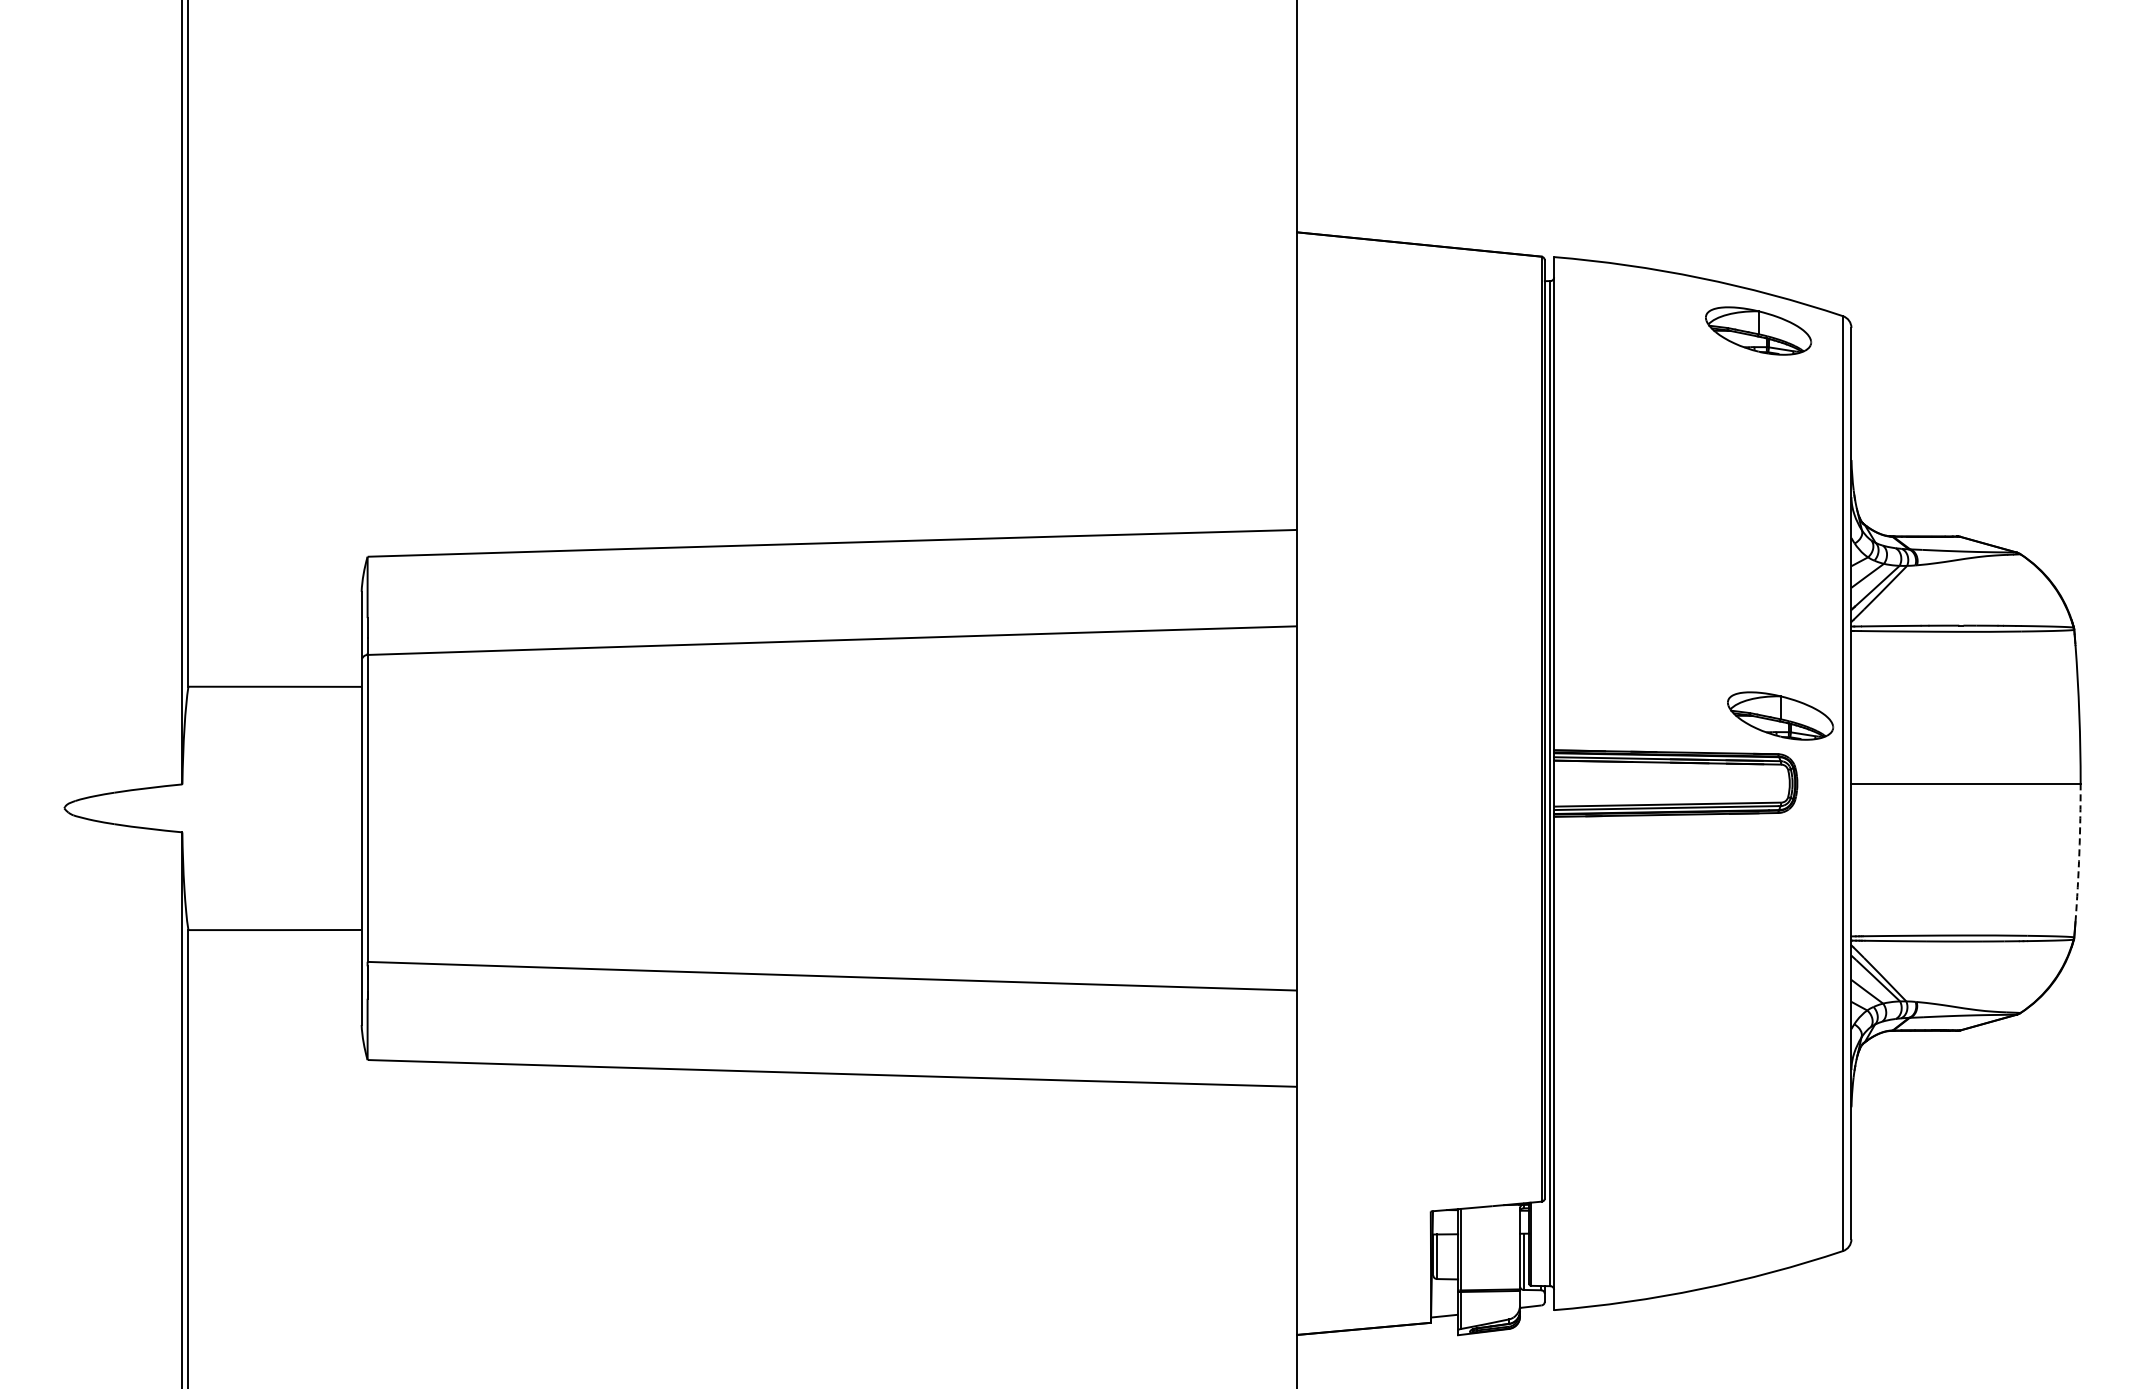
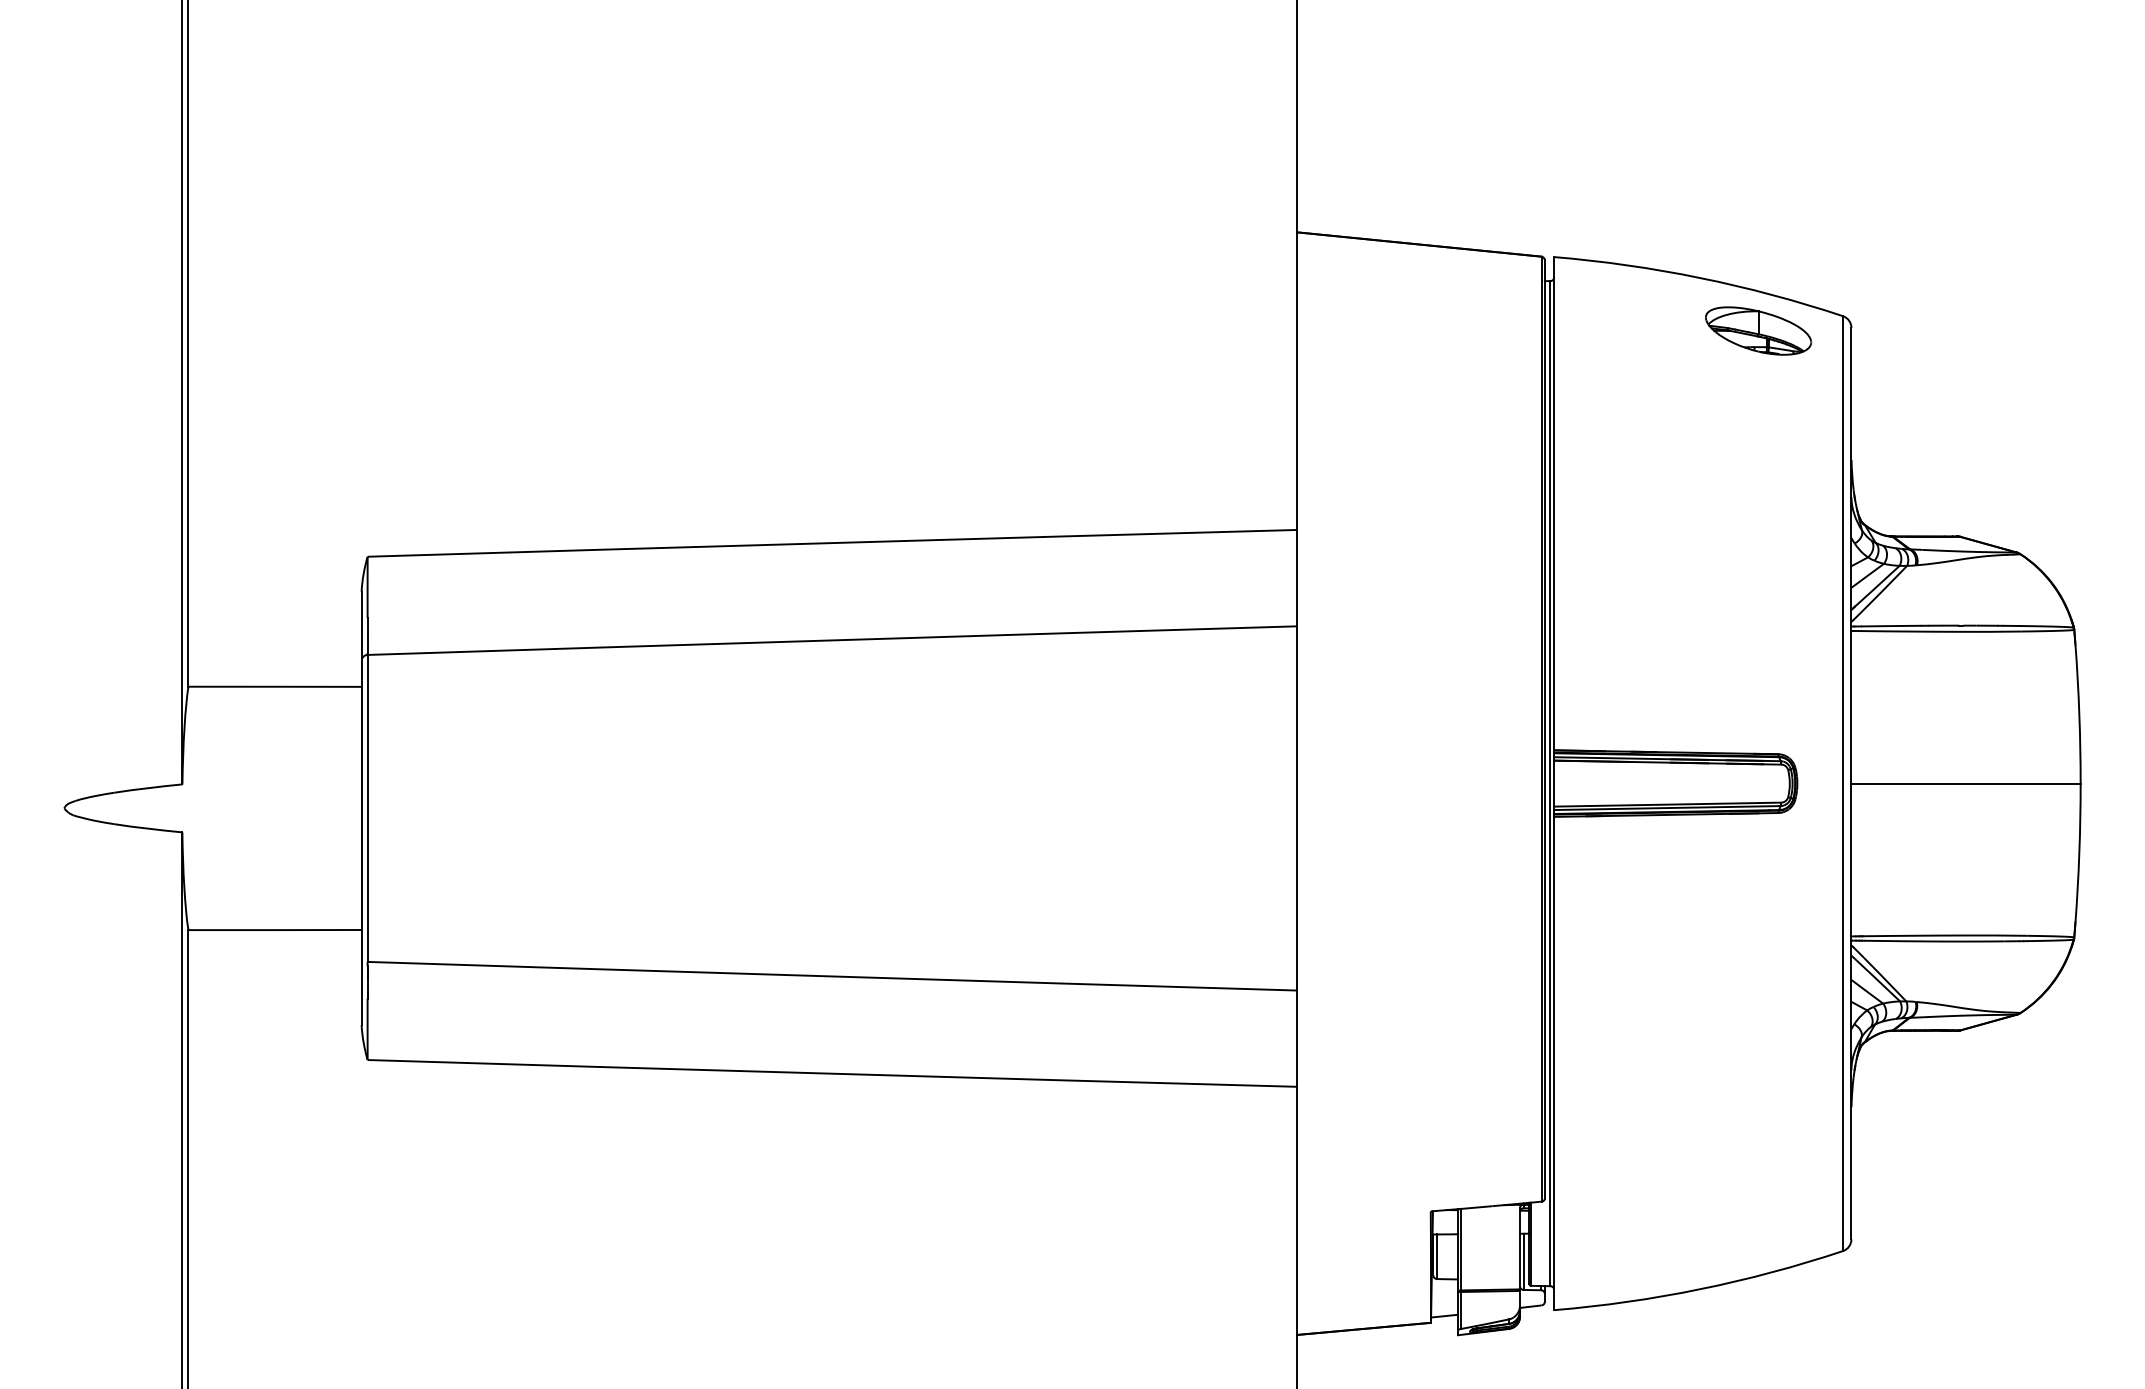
part at (1780, 715): present -> none
arc at (2079, 852): dashed -> solid
